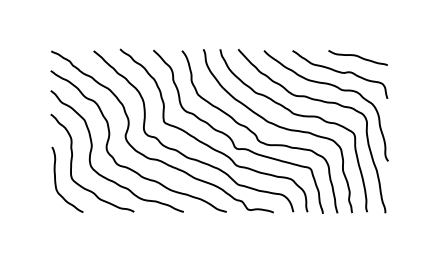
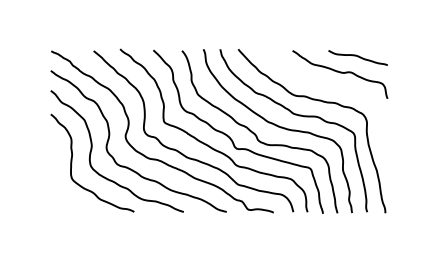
curve at (332, 86): present -> none
curve at (56, 181): present -> none
